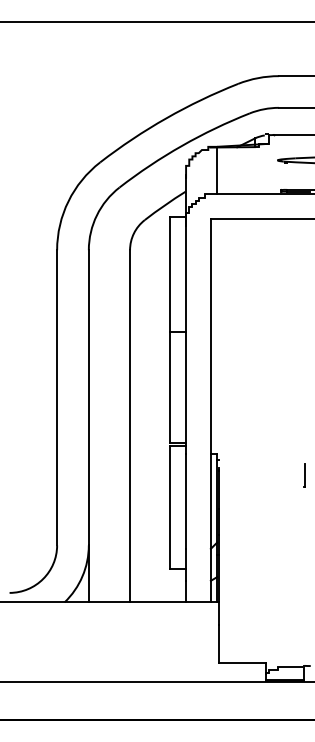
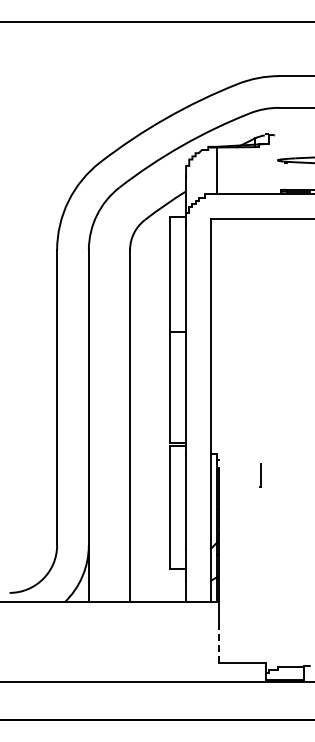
line at (292, 134): present -> none
line at (304, 475) position: (304, 475) -> (260, 475)
line at (218, 643): solid -> dashed
